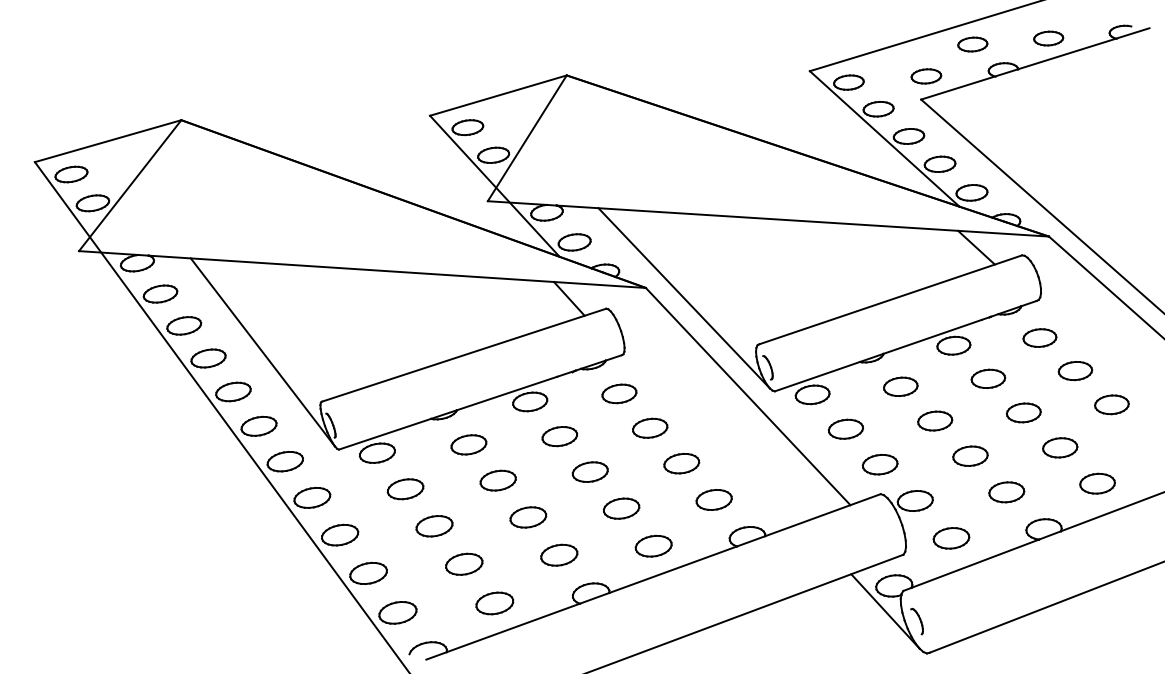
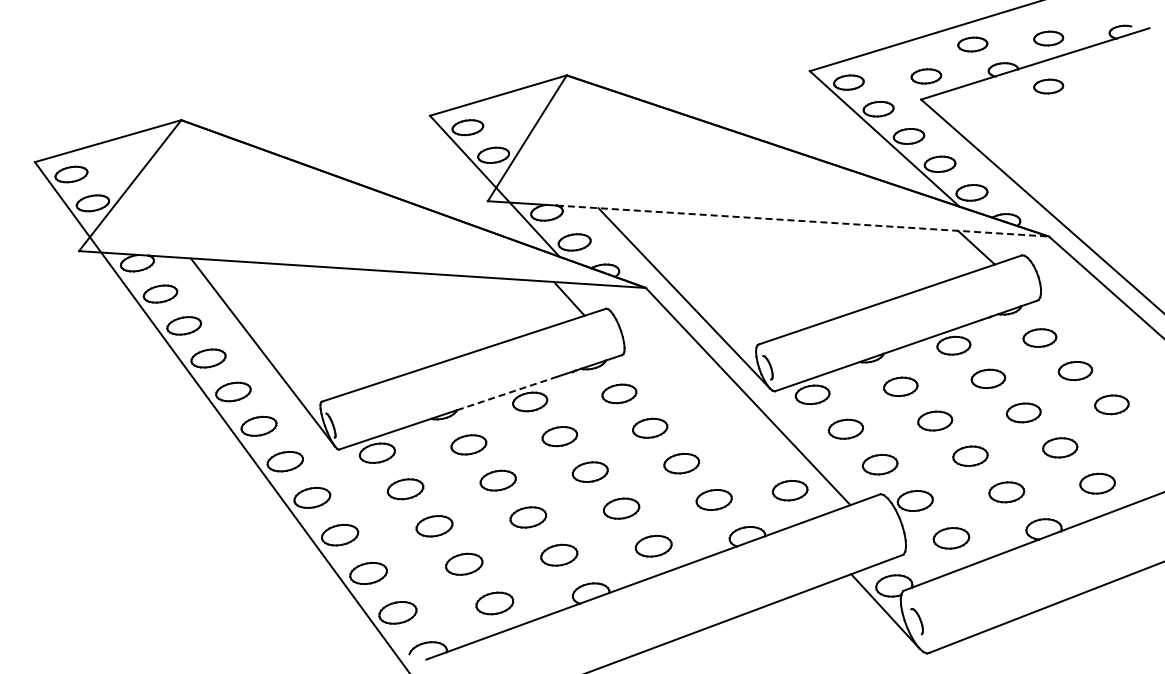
part at (1048, 86): none -> present
line at (802, 221): solid -> dashed
line at (507, 393): solid -> dashed
part at (789, 490): none -> present
